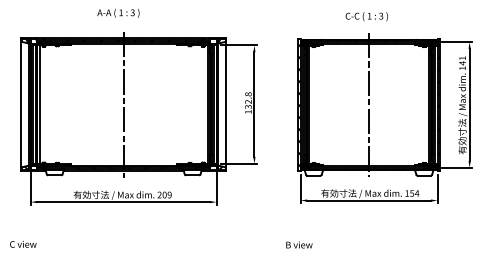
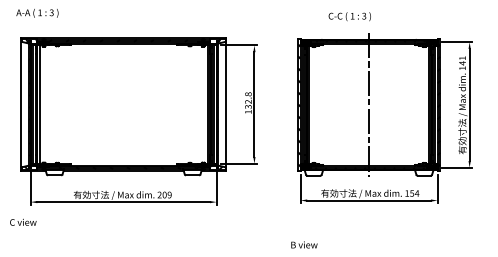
text at (118, 13) position: (118, 13) -> (37, 13)
text at (366, 16) position: (366, 16) -> (349, 16)
line at (123, 104): present -> none
text at (23, 243) position: (23, 243) -> (23, 221)
text at (299, 244) position: (299, 244) -> (304, 244)
